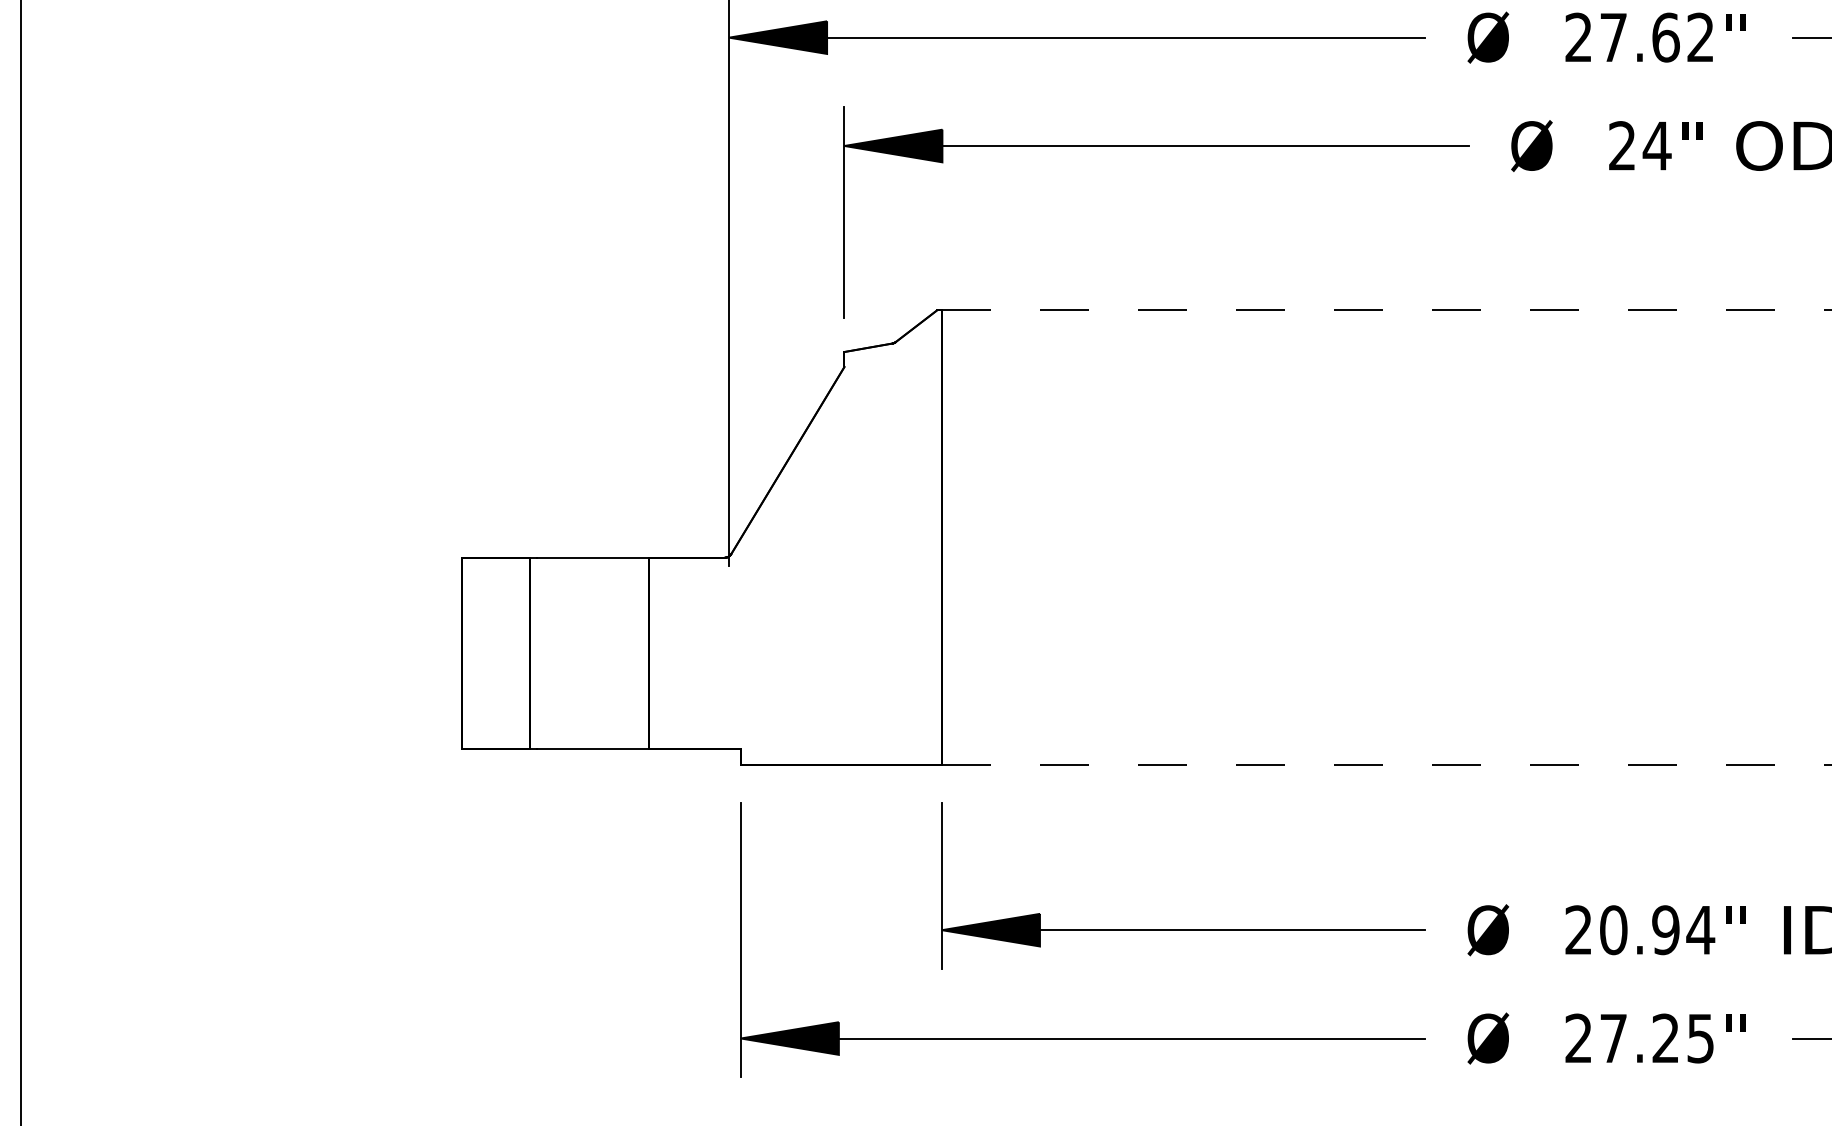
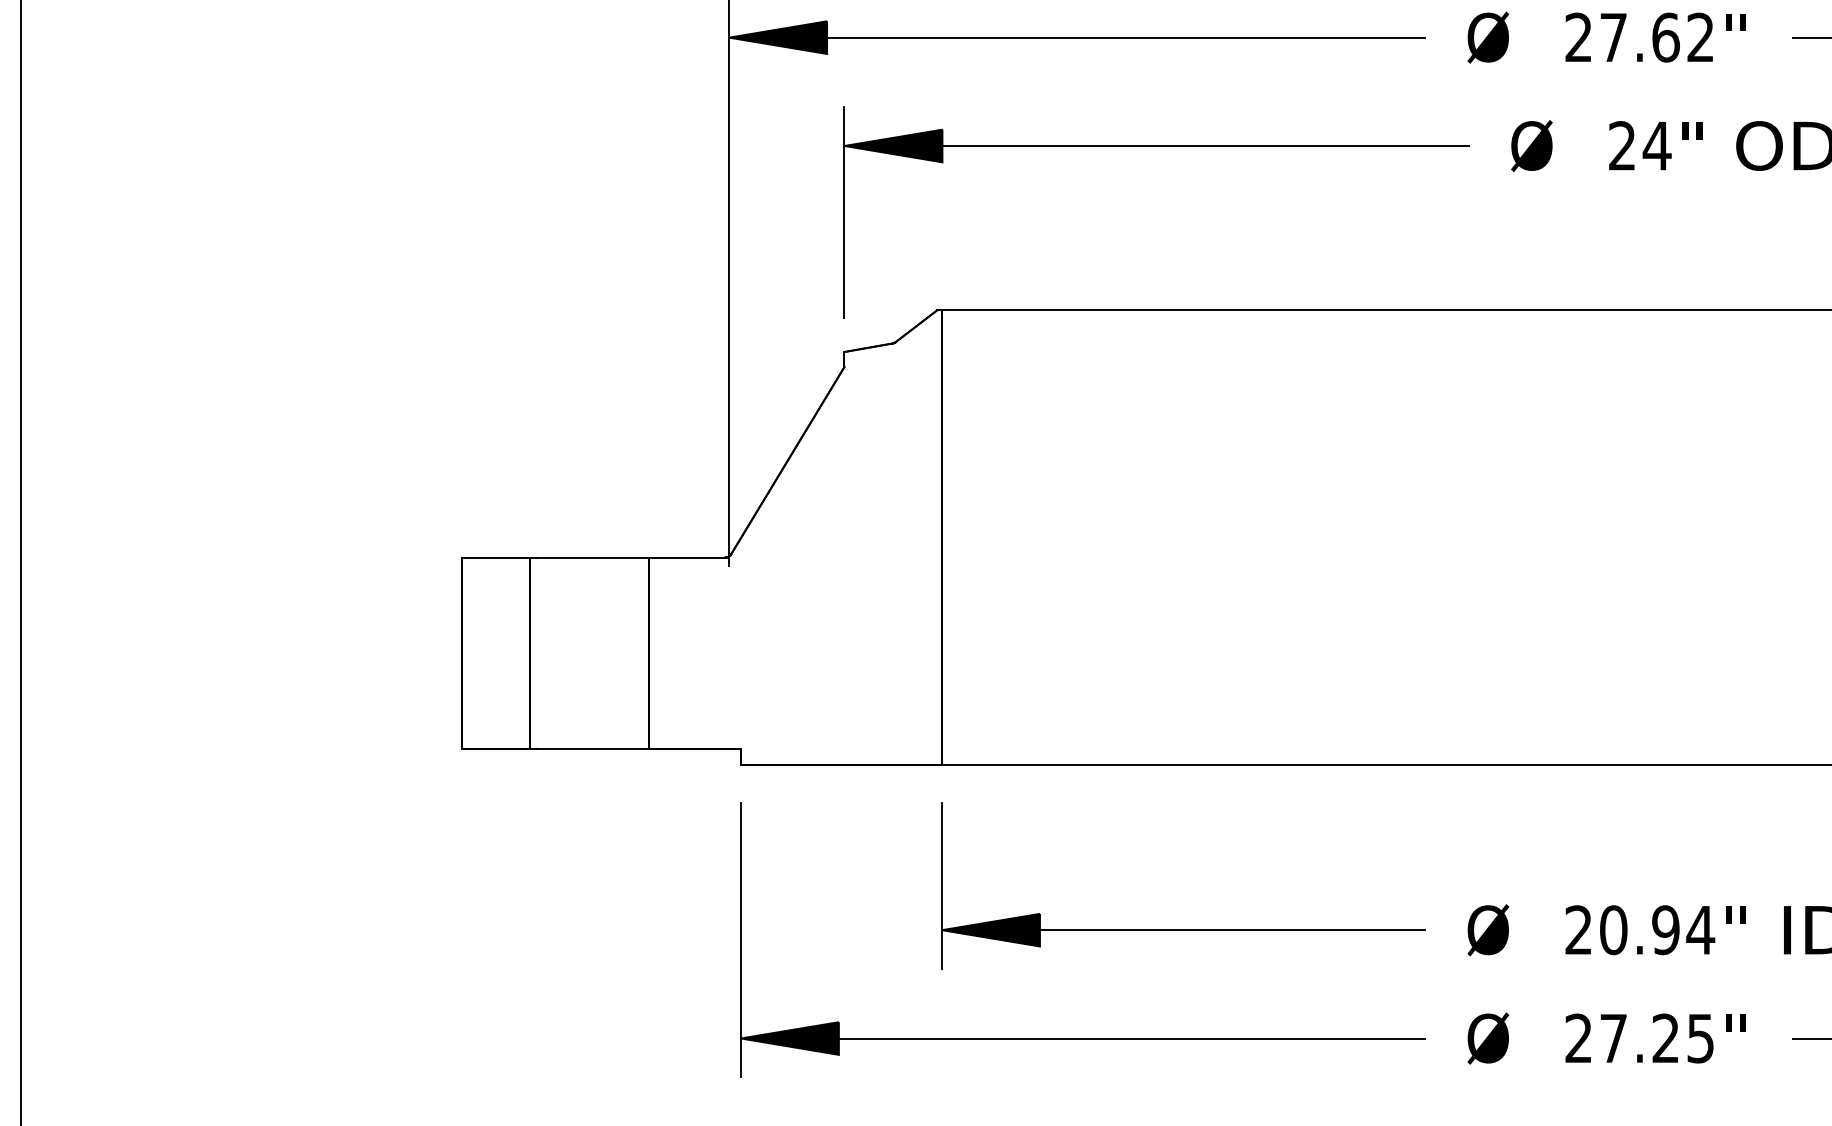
line at (1386, 310): dashed -> solid
line at (1386, 764): dashed -> solid
